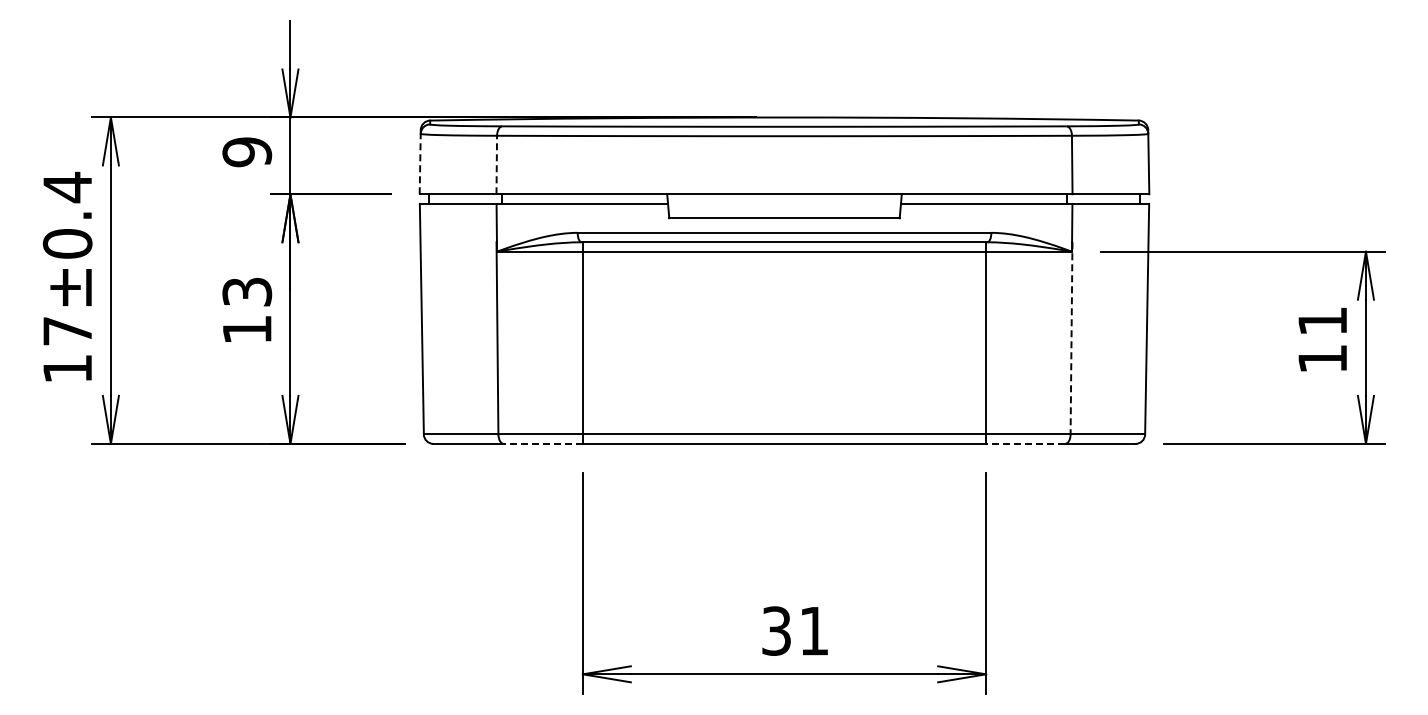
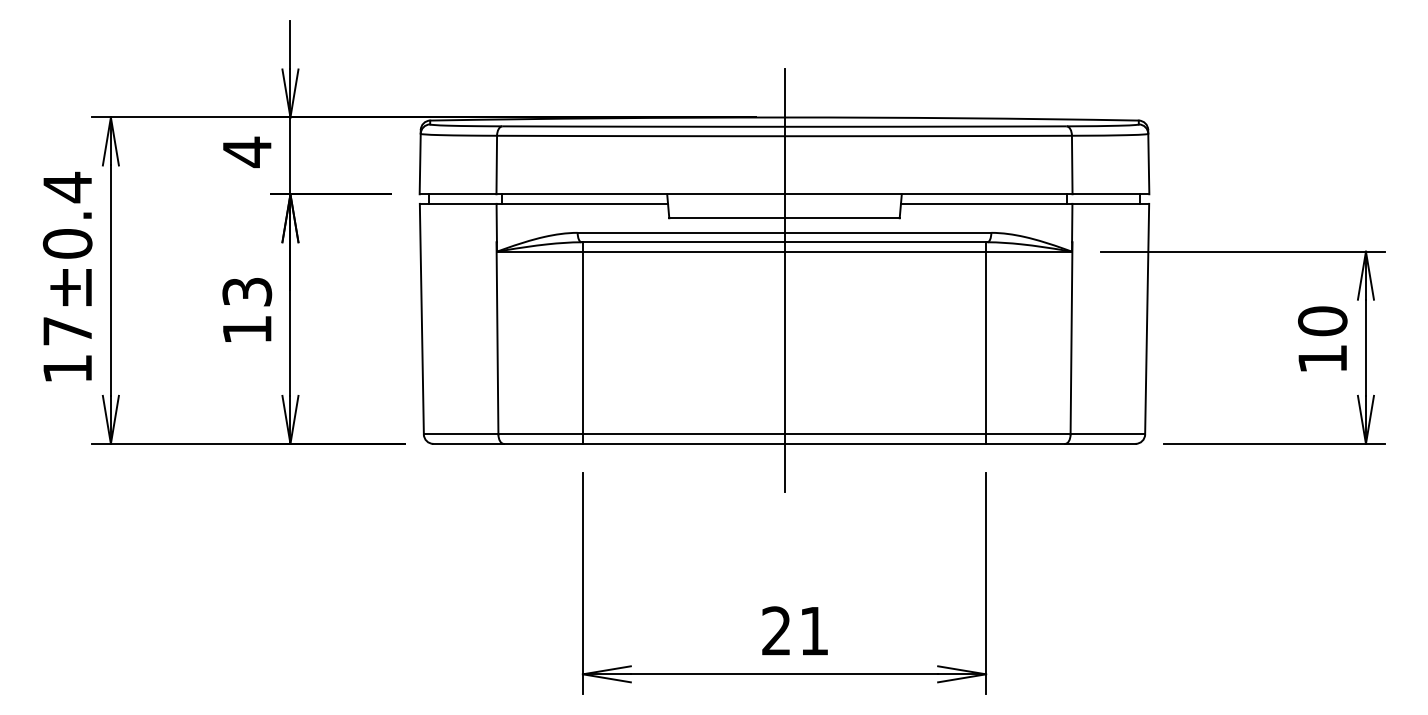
text at (247, 152): 9 -> 4
line at (420, 163): dashed -> solid
line at (496, 164): dashed -> solid
line at (784, 280): none -> present
text at (1322, 321): 11 -> 10
line at (1071, 338): dashed -> solid
line at (543, 443): dashed -> solid
line at (1025, 443): dashed -> solid
text at (776, 630): 31 -> 21
